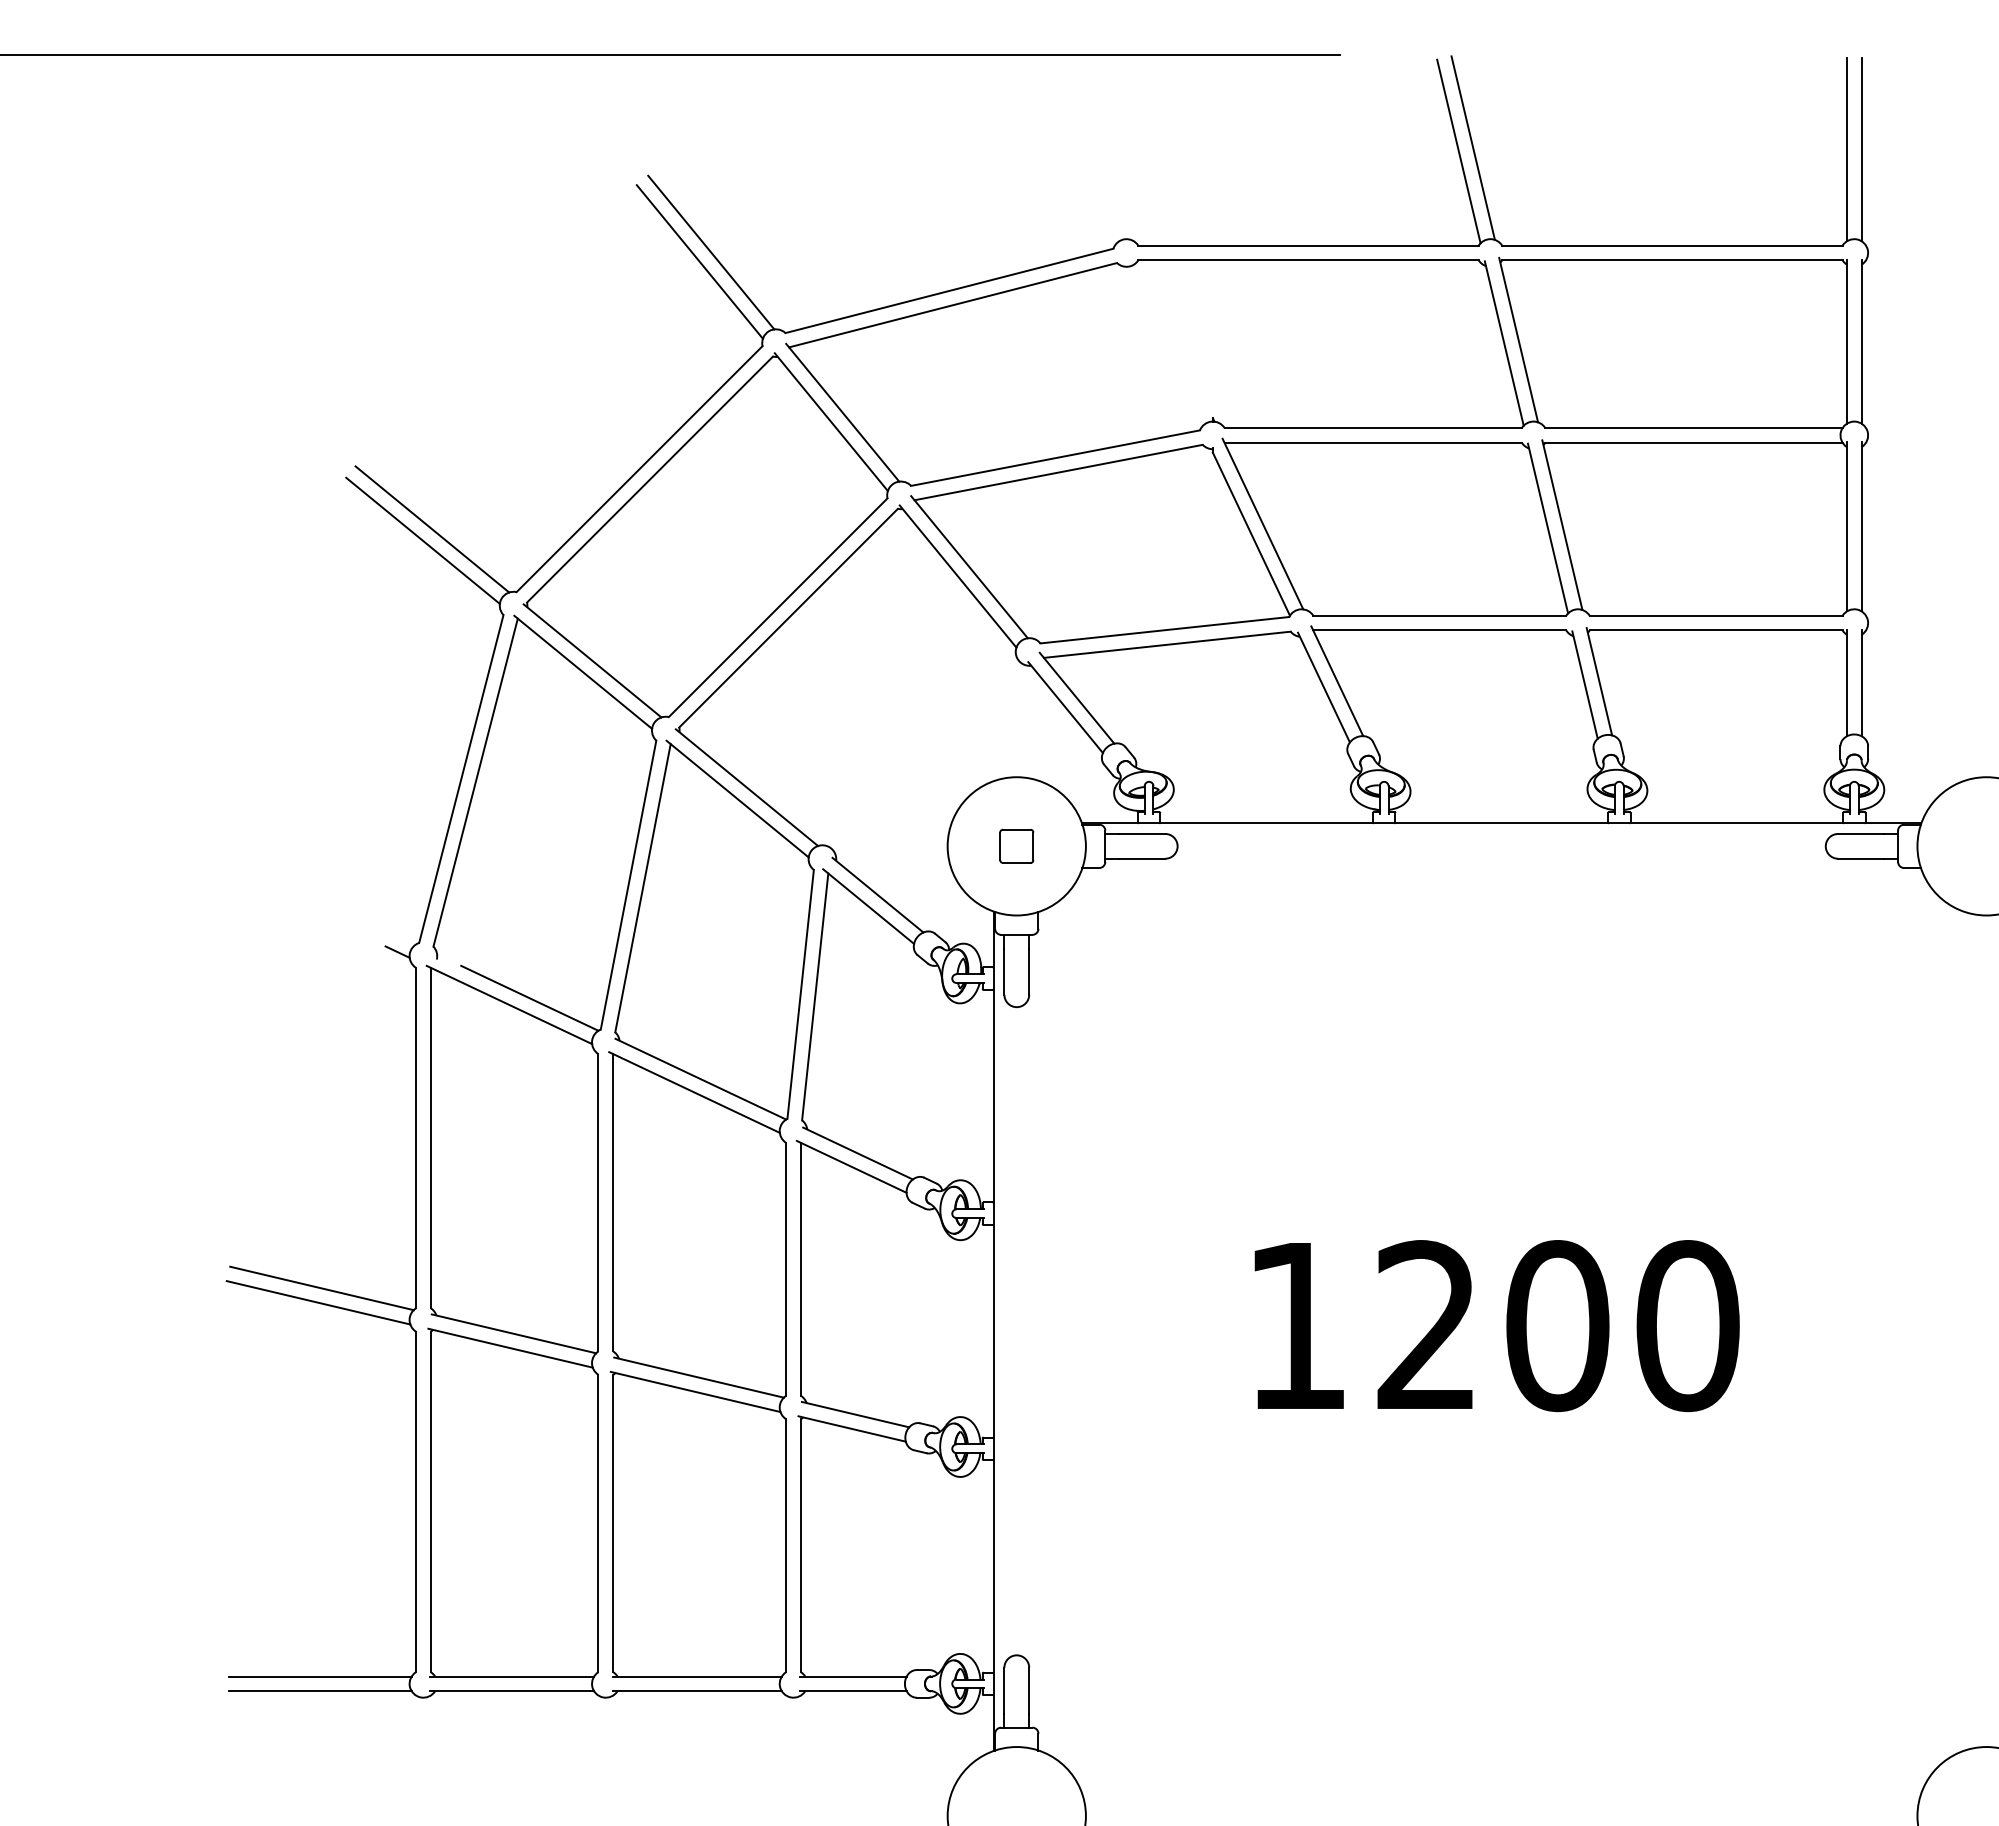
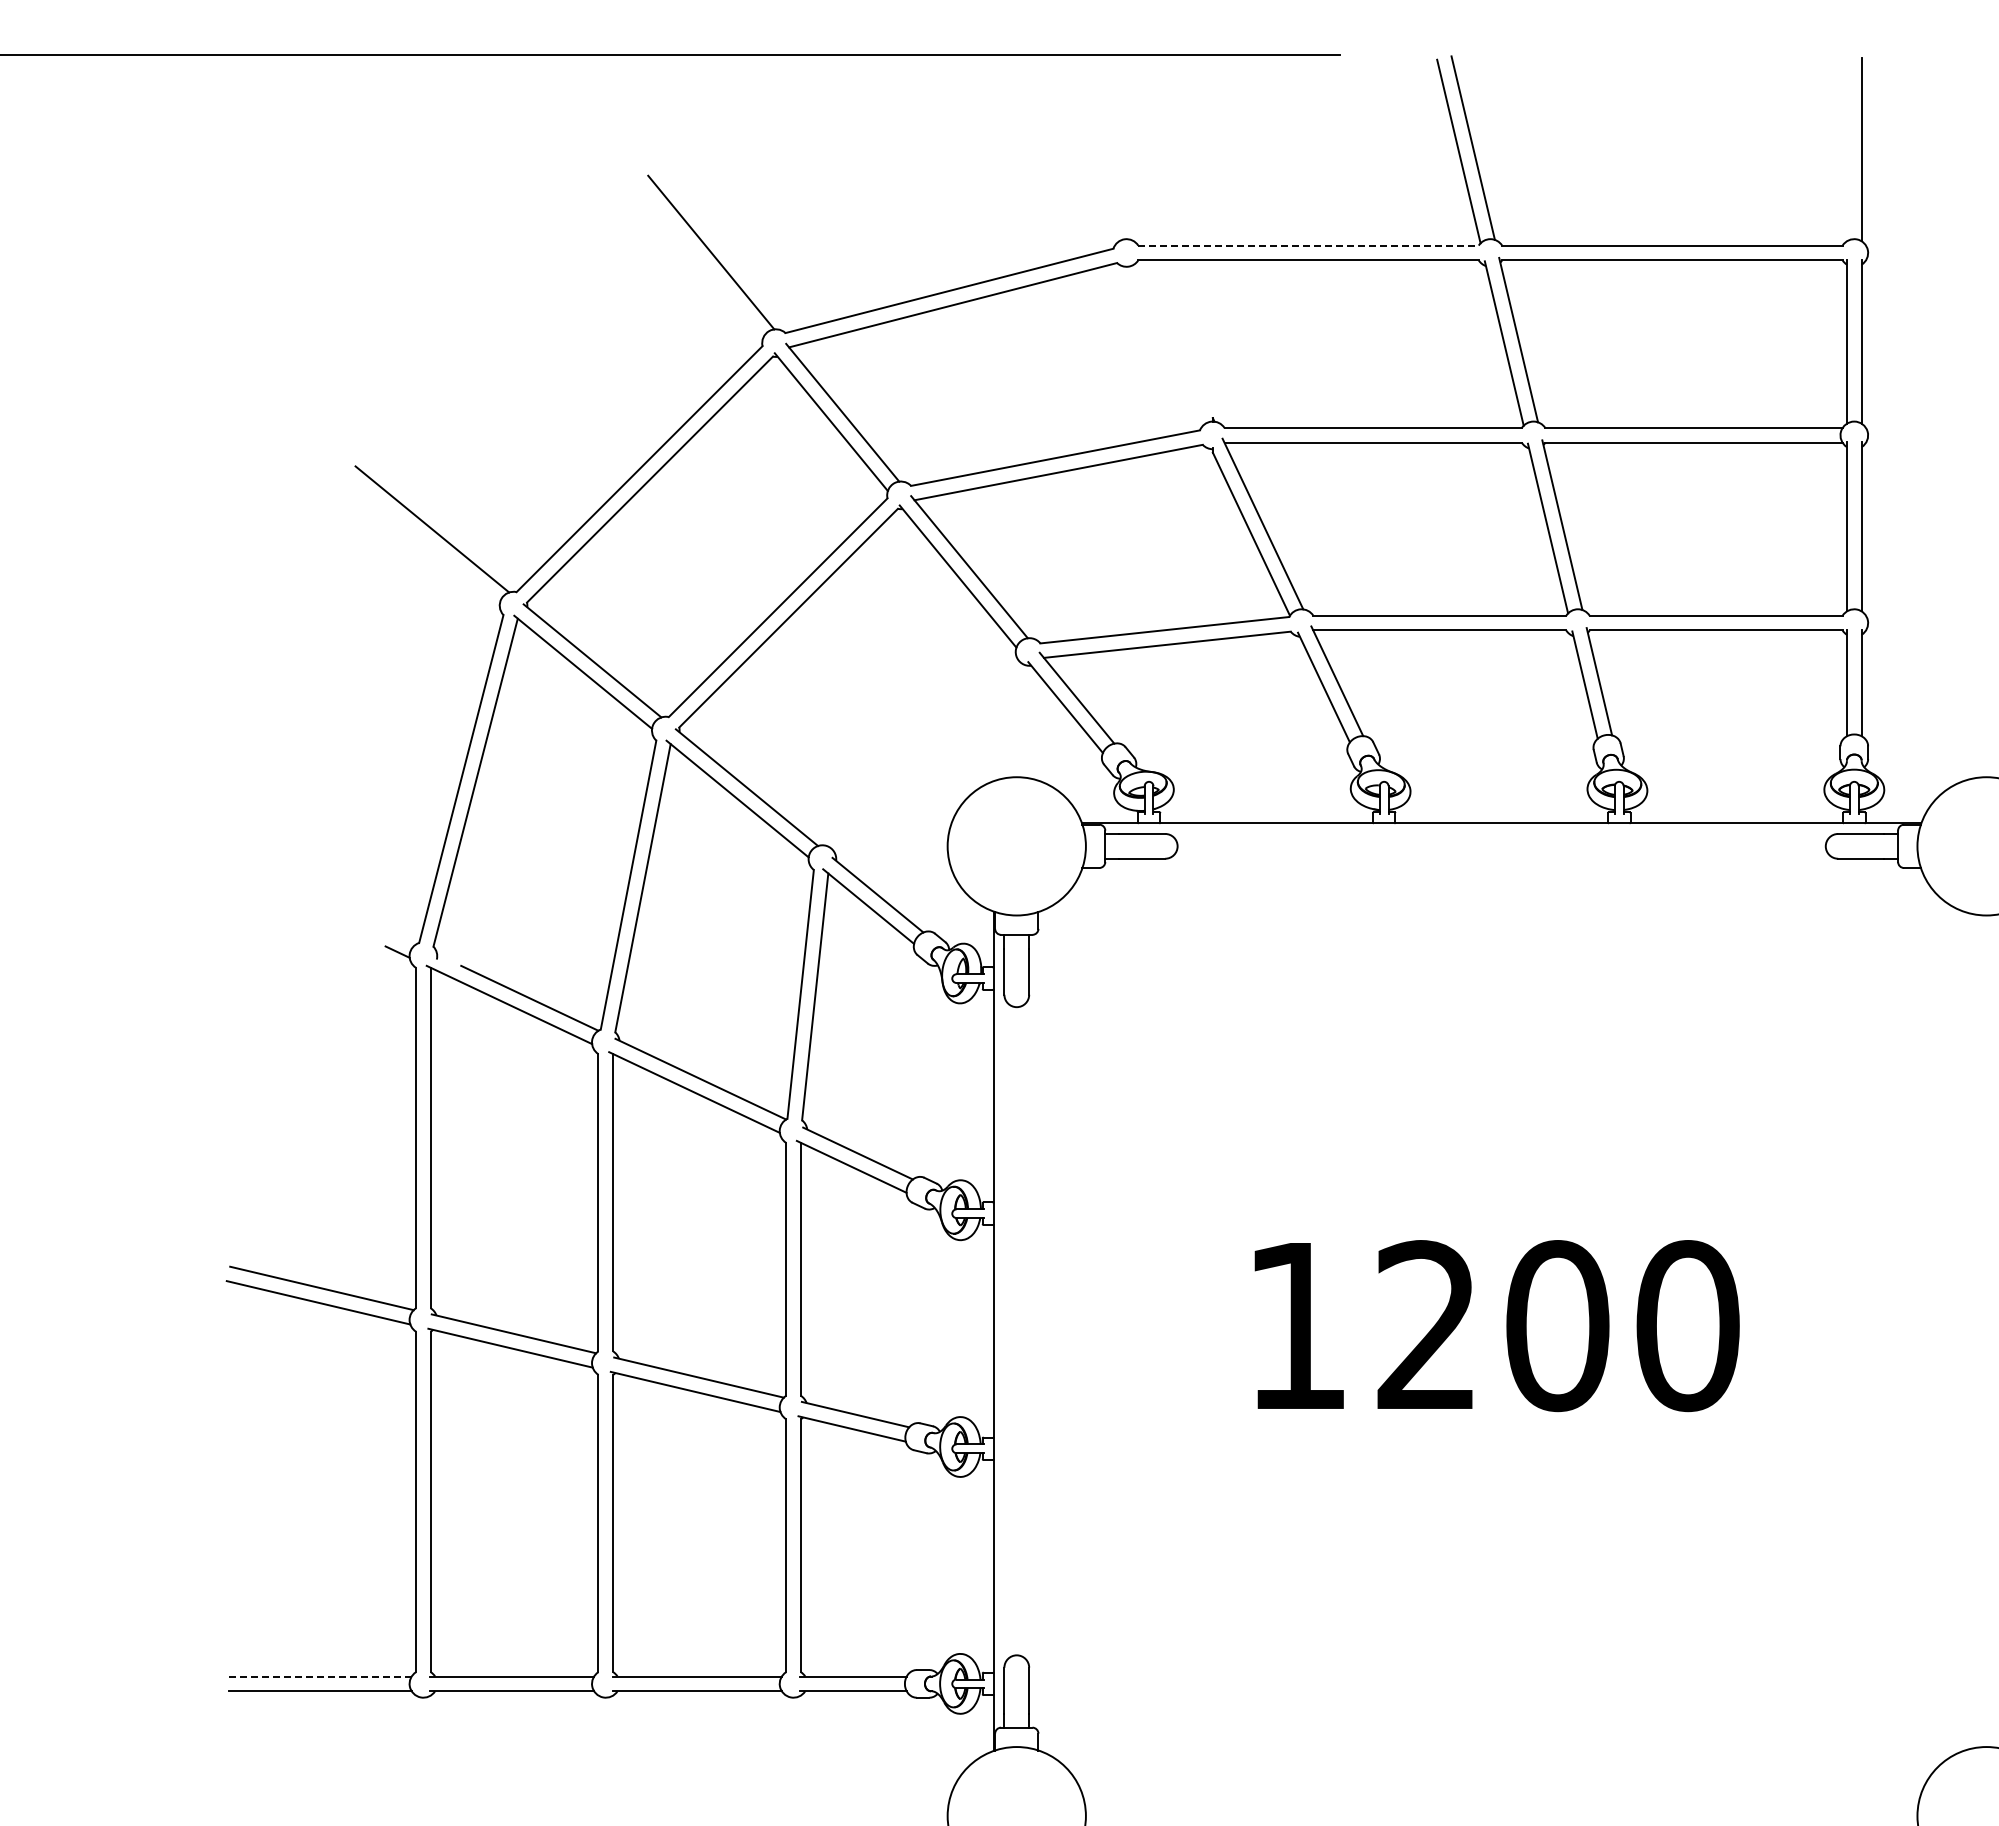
line at (1846, 149): present -> none
line at (1309, 245): solid -> dashed
line at (699, 261): present -> none
line at (422, 540): present -> none
part at (1016, 845): present -> none
line at (320, 1676): solid -> dashed
